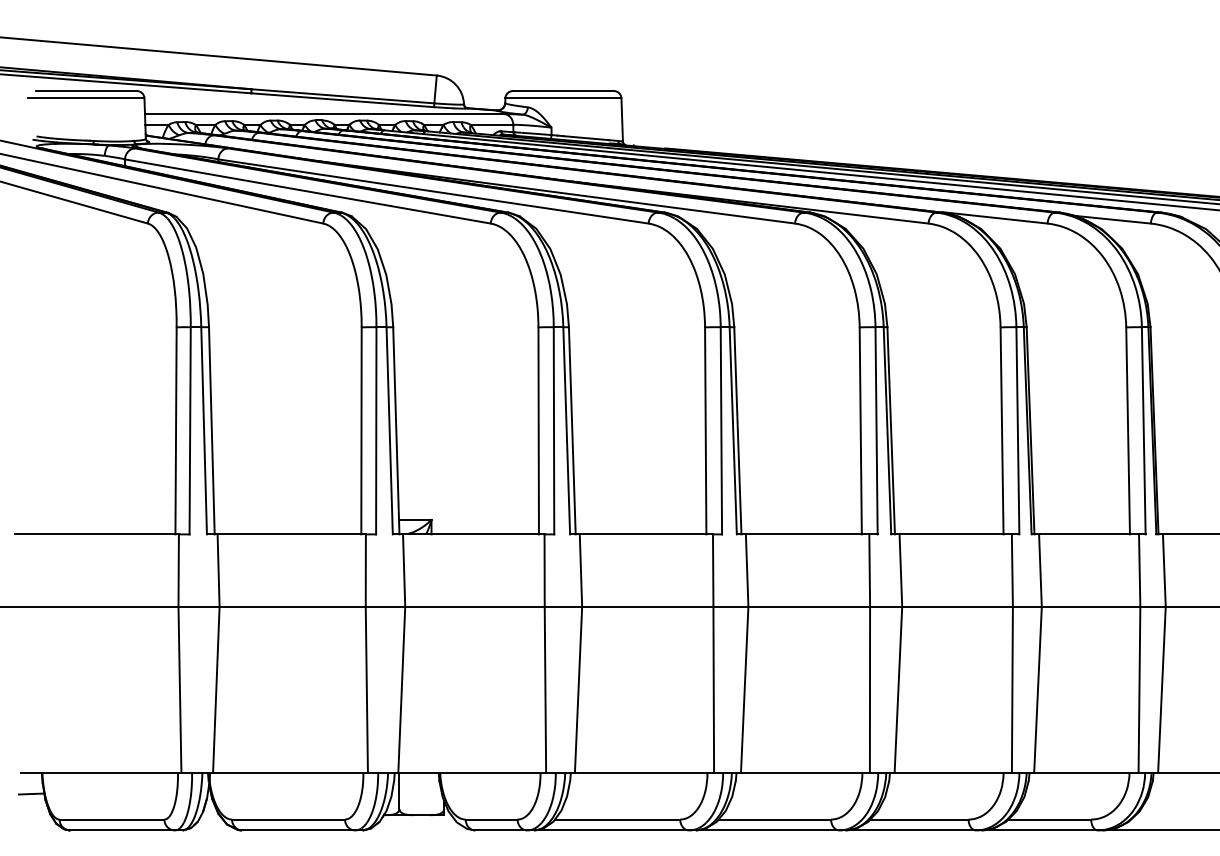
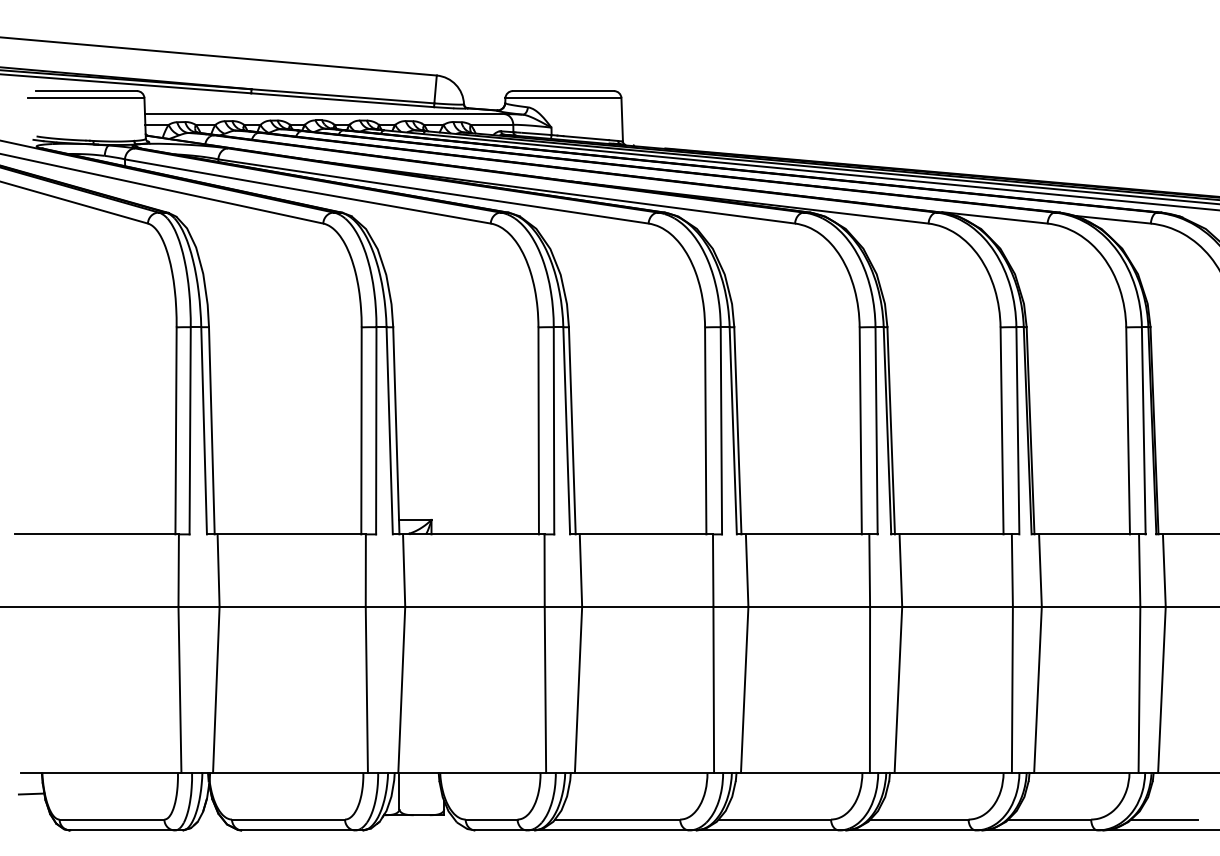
line at (1164, 819): none -> present
